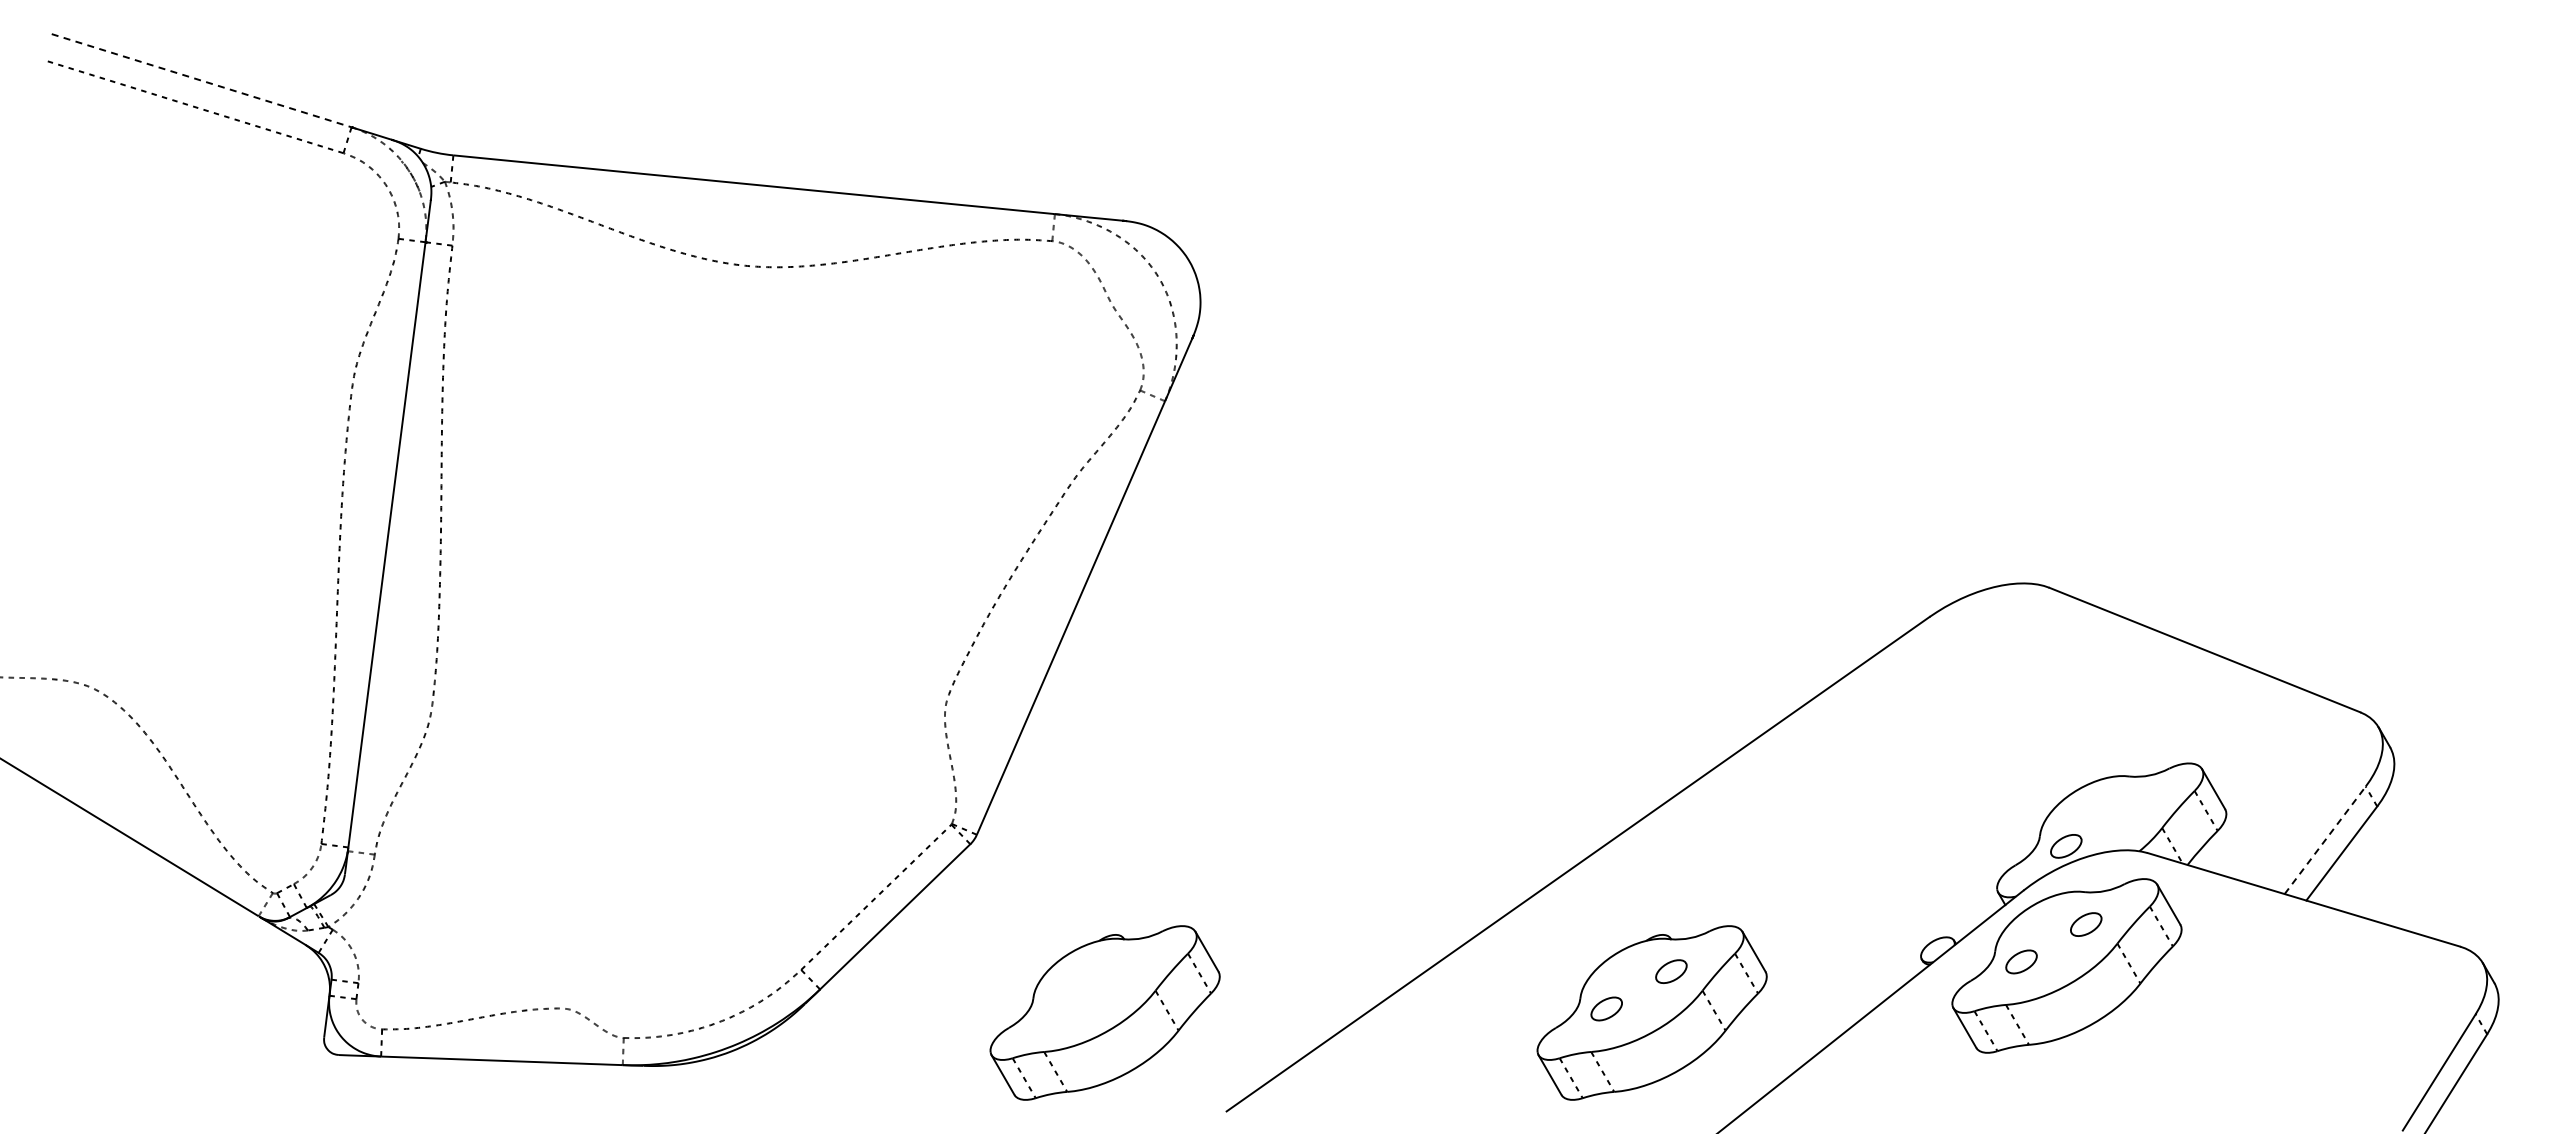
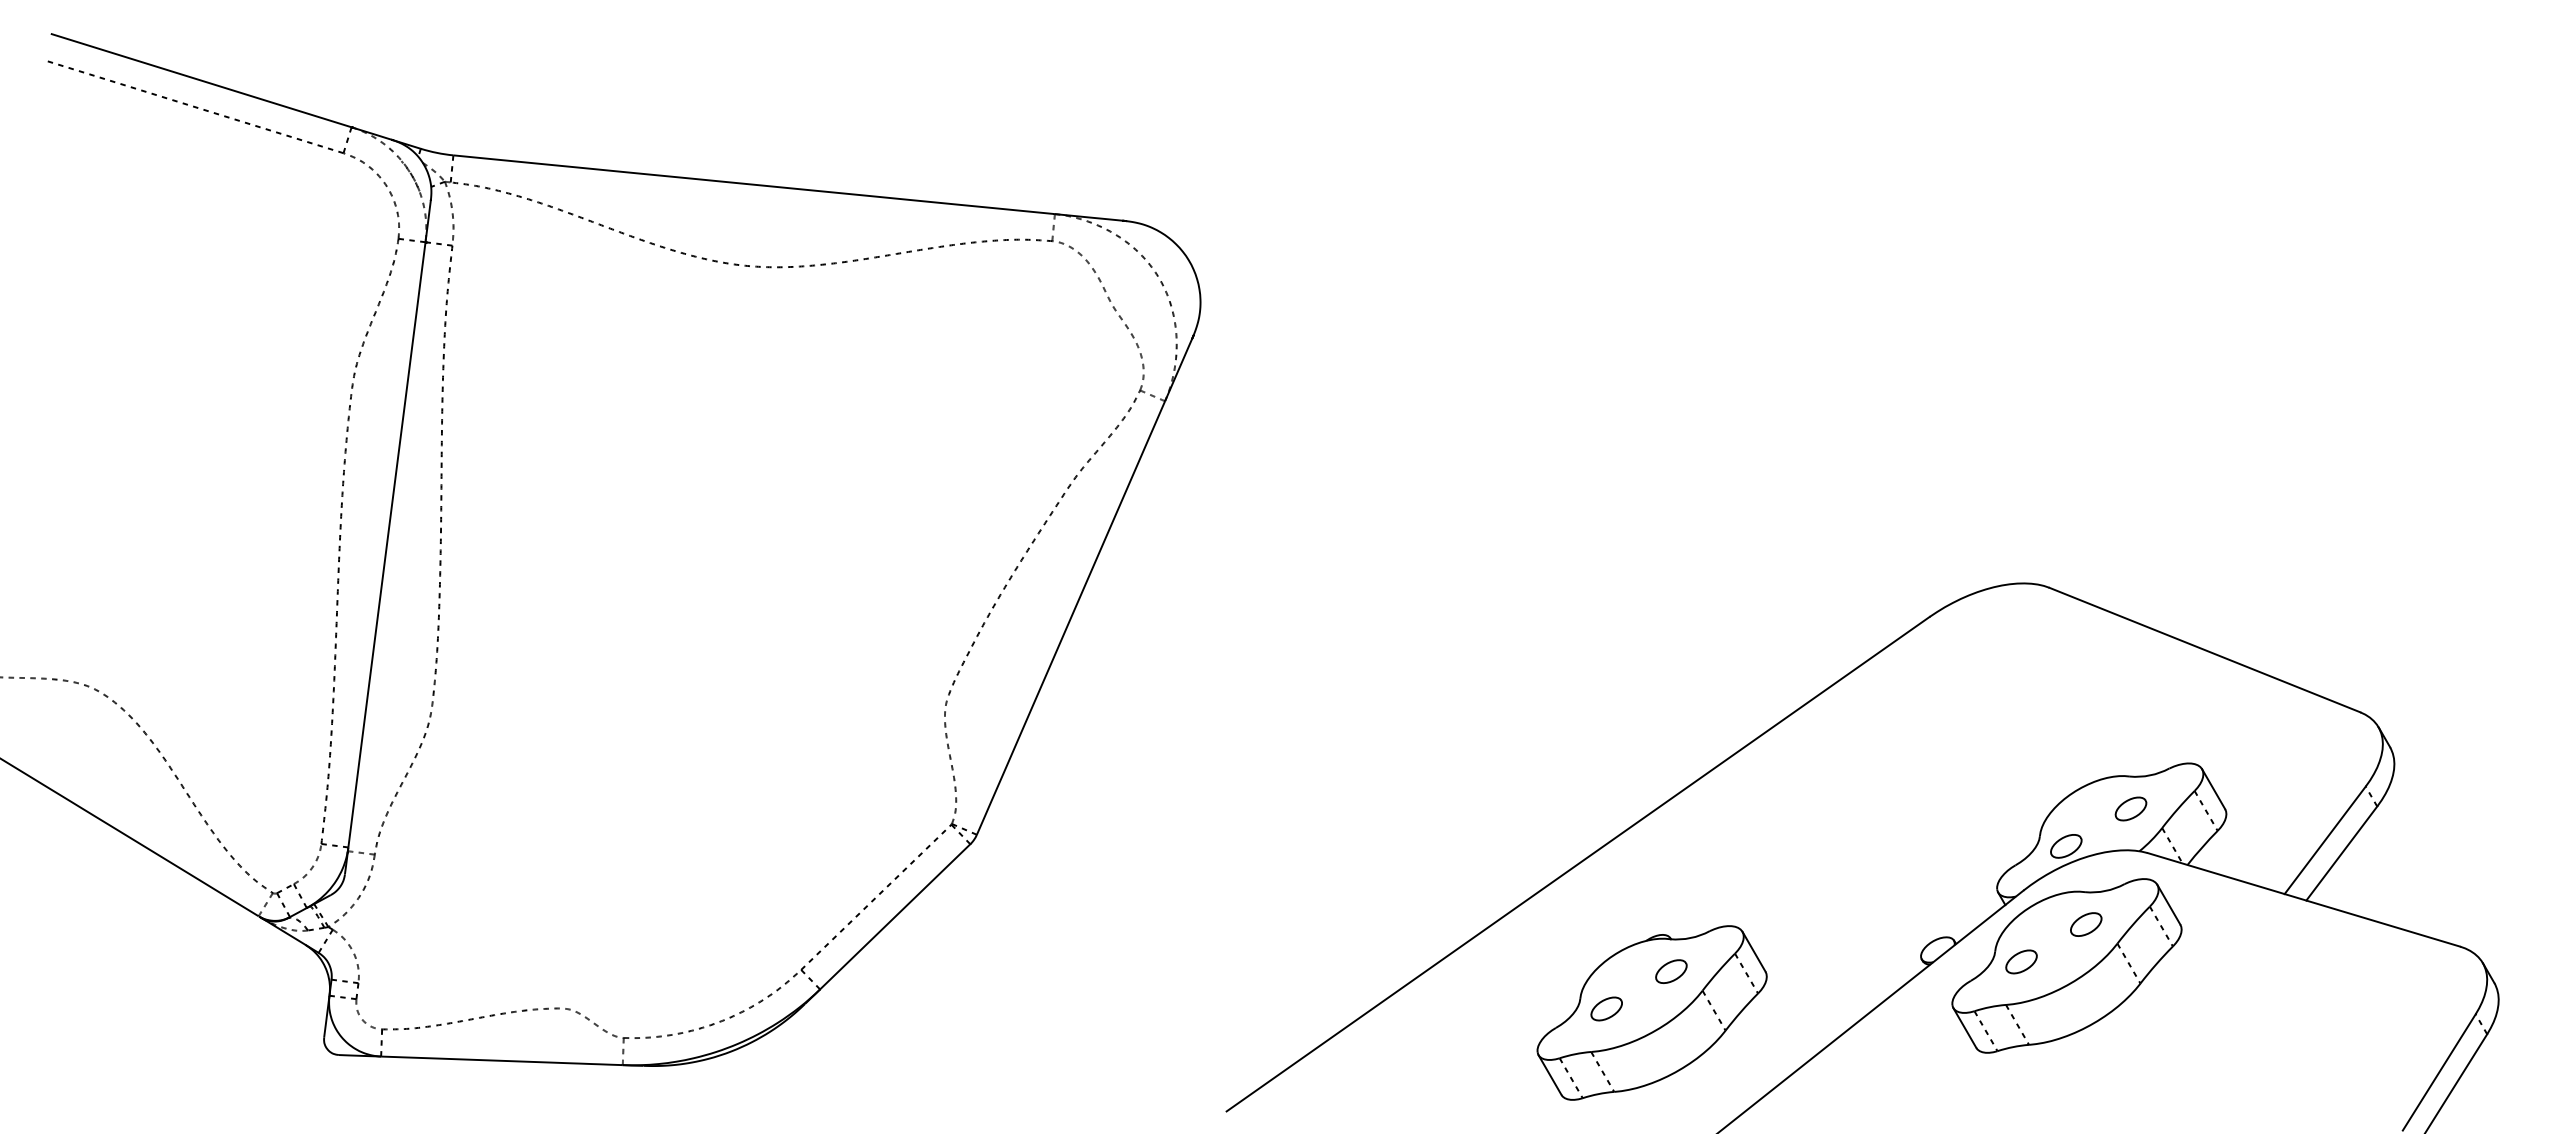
line at (201, 80): dashed -> solid
part at (2130, 808): none -> present
line at (2325, 839): dashed -> solid
part at (1104, 1012): present -> none
